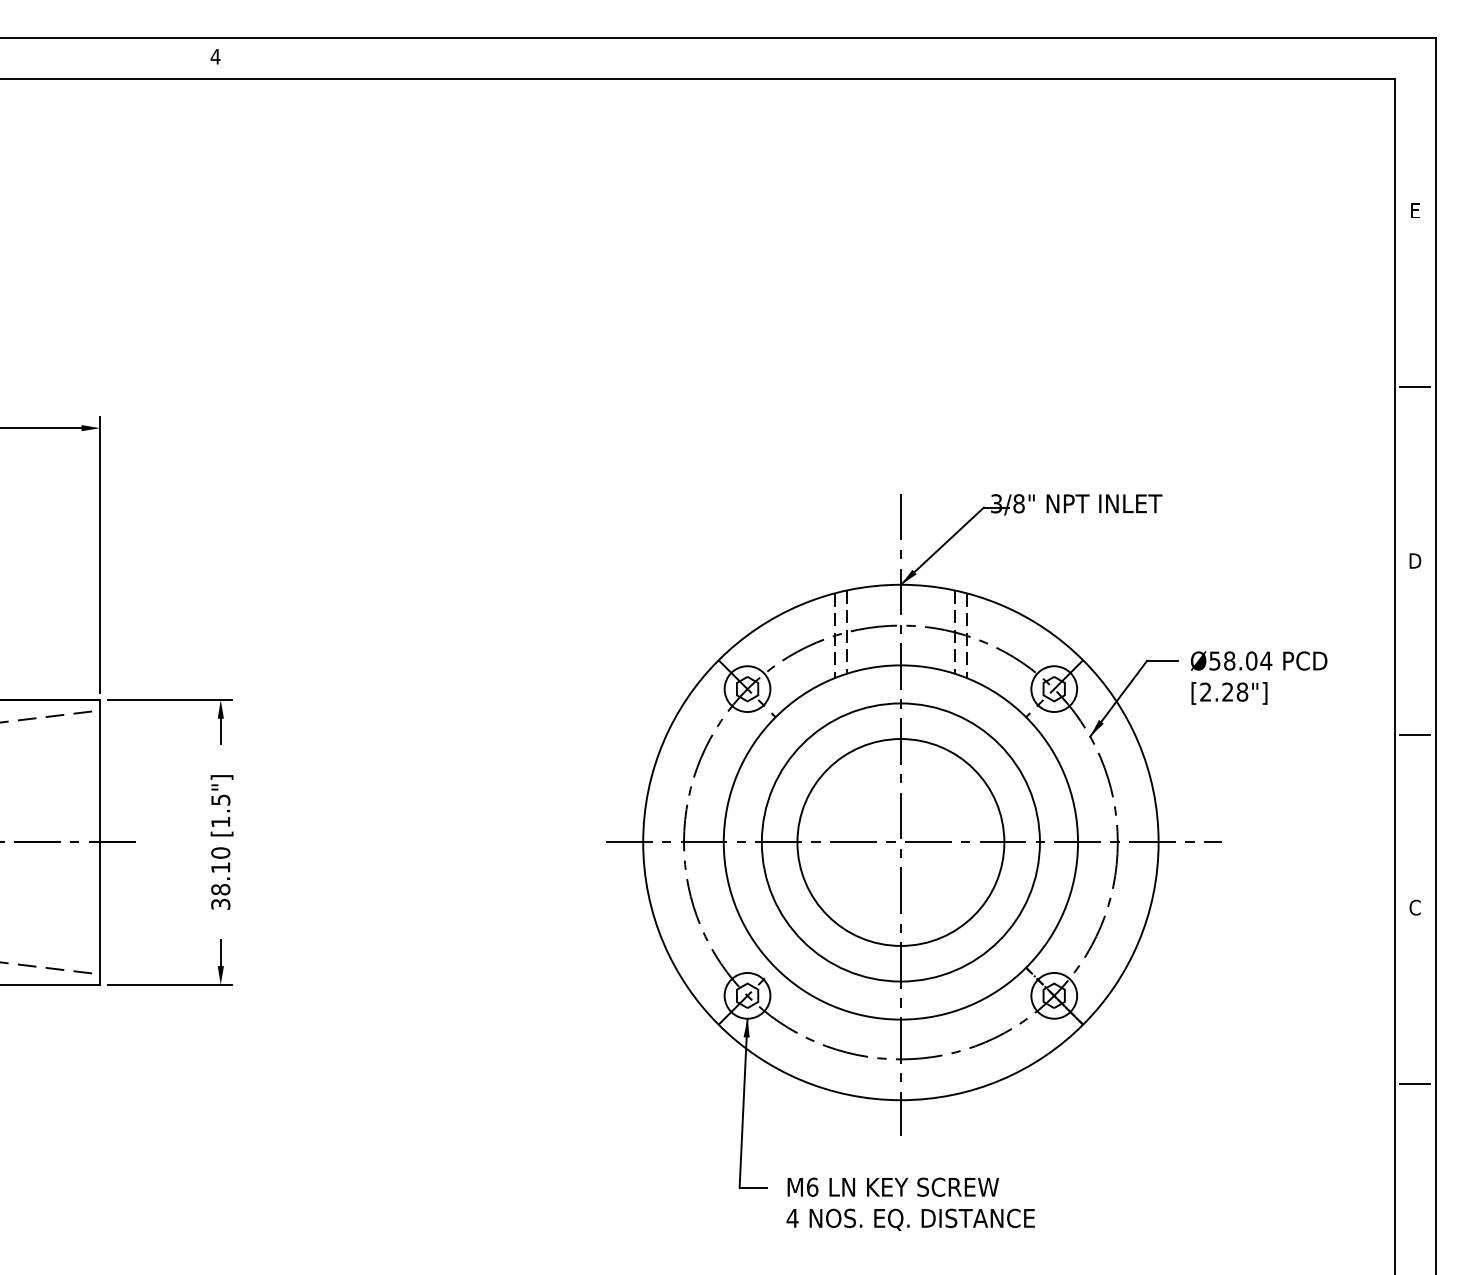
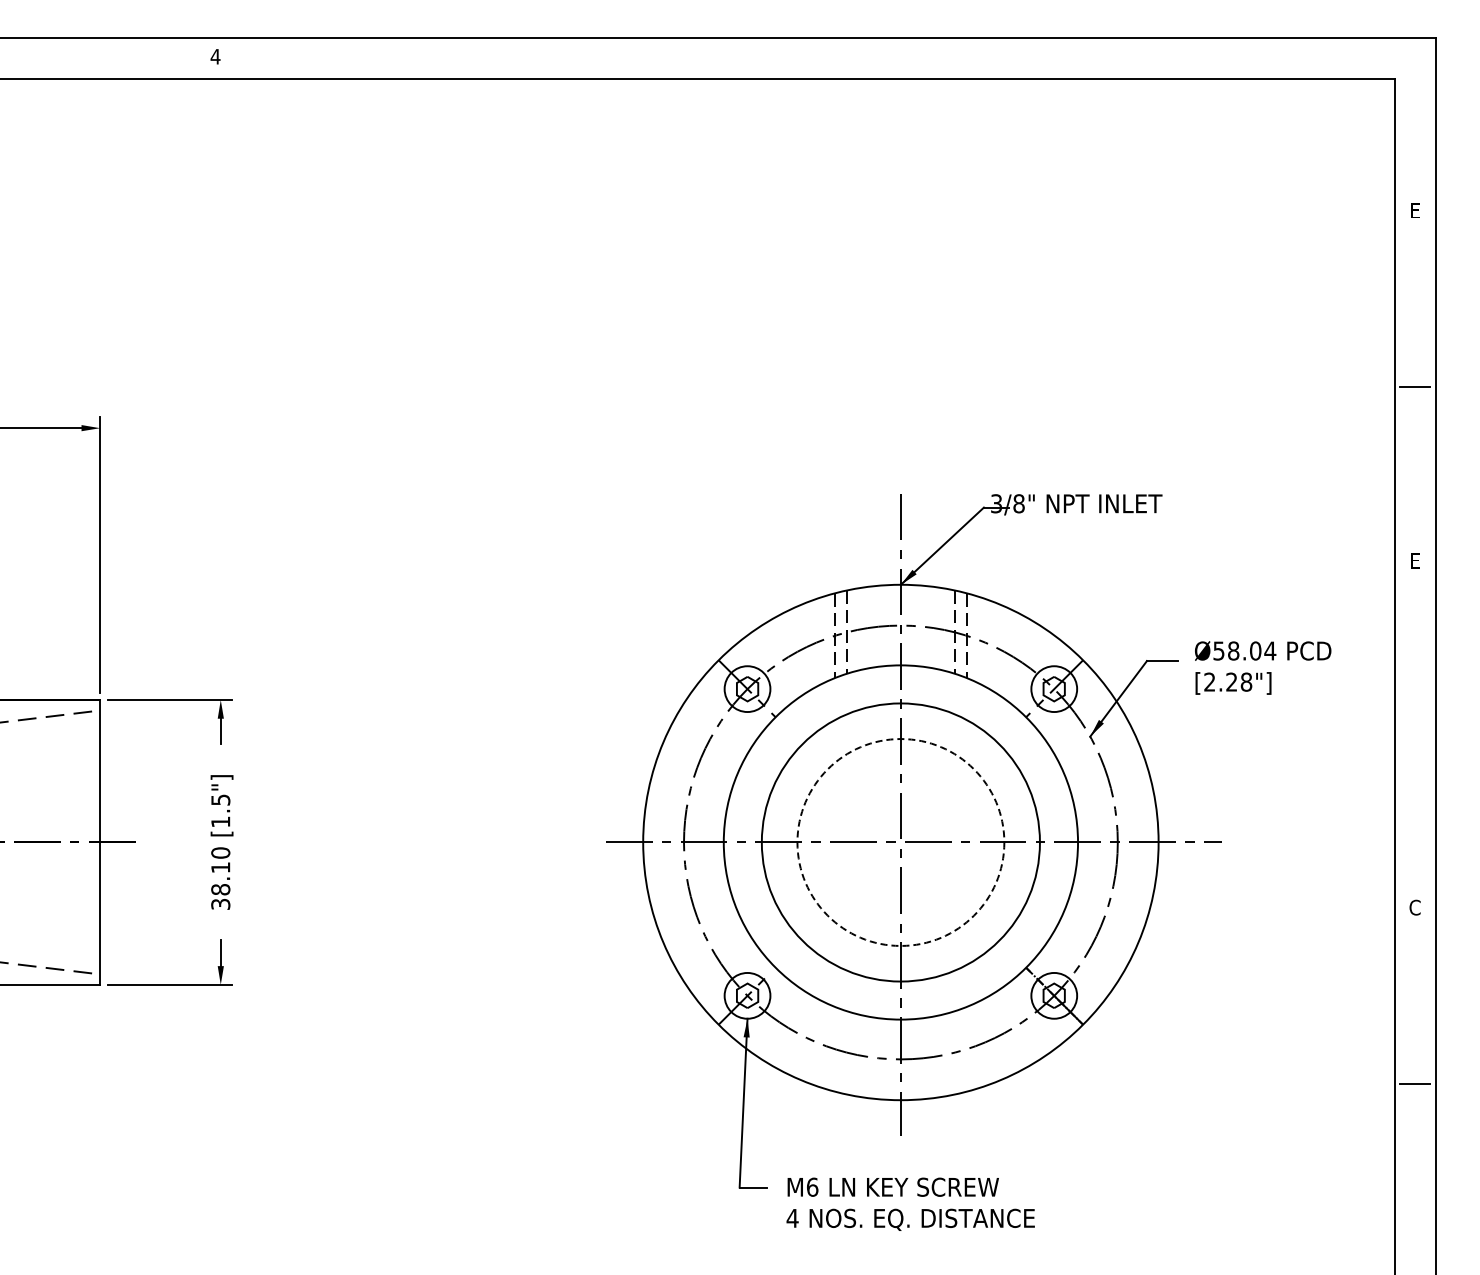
text at (1415, 560): D -> E
text at (1259, 677) position: (1259, 677) -> (1263, 667)
line at (1414, 735): present -> none
circle at (900, 842): solid -> dashed
